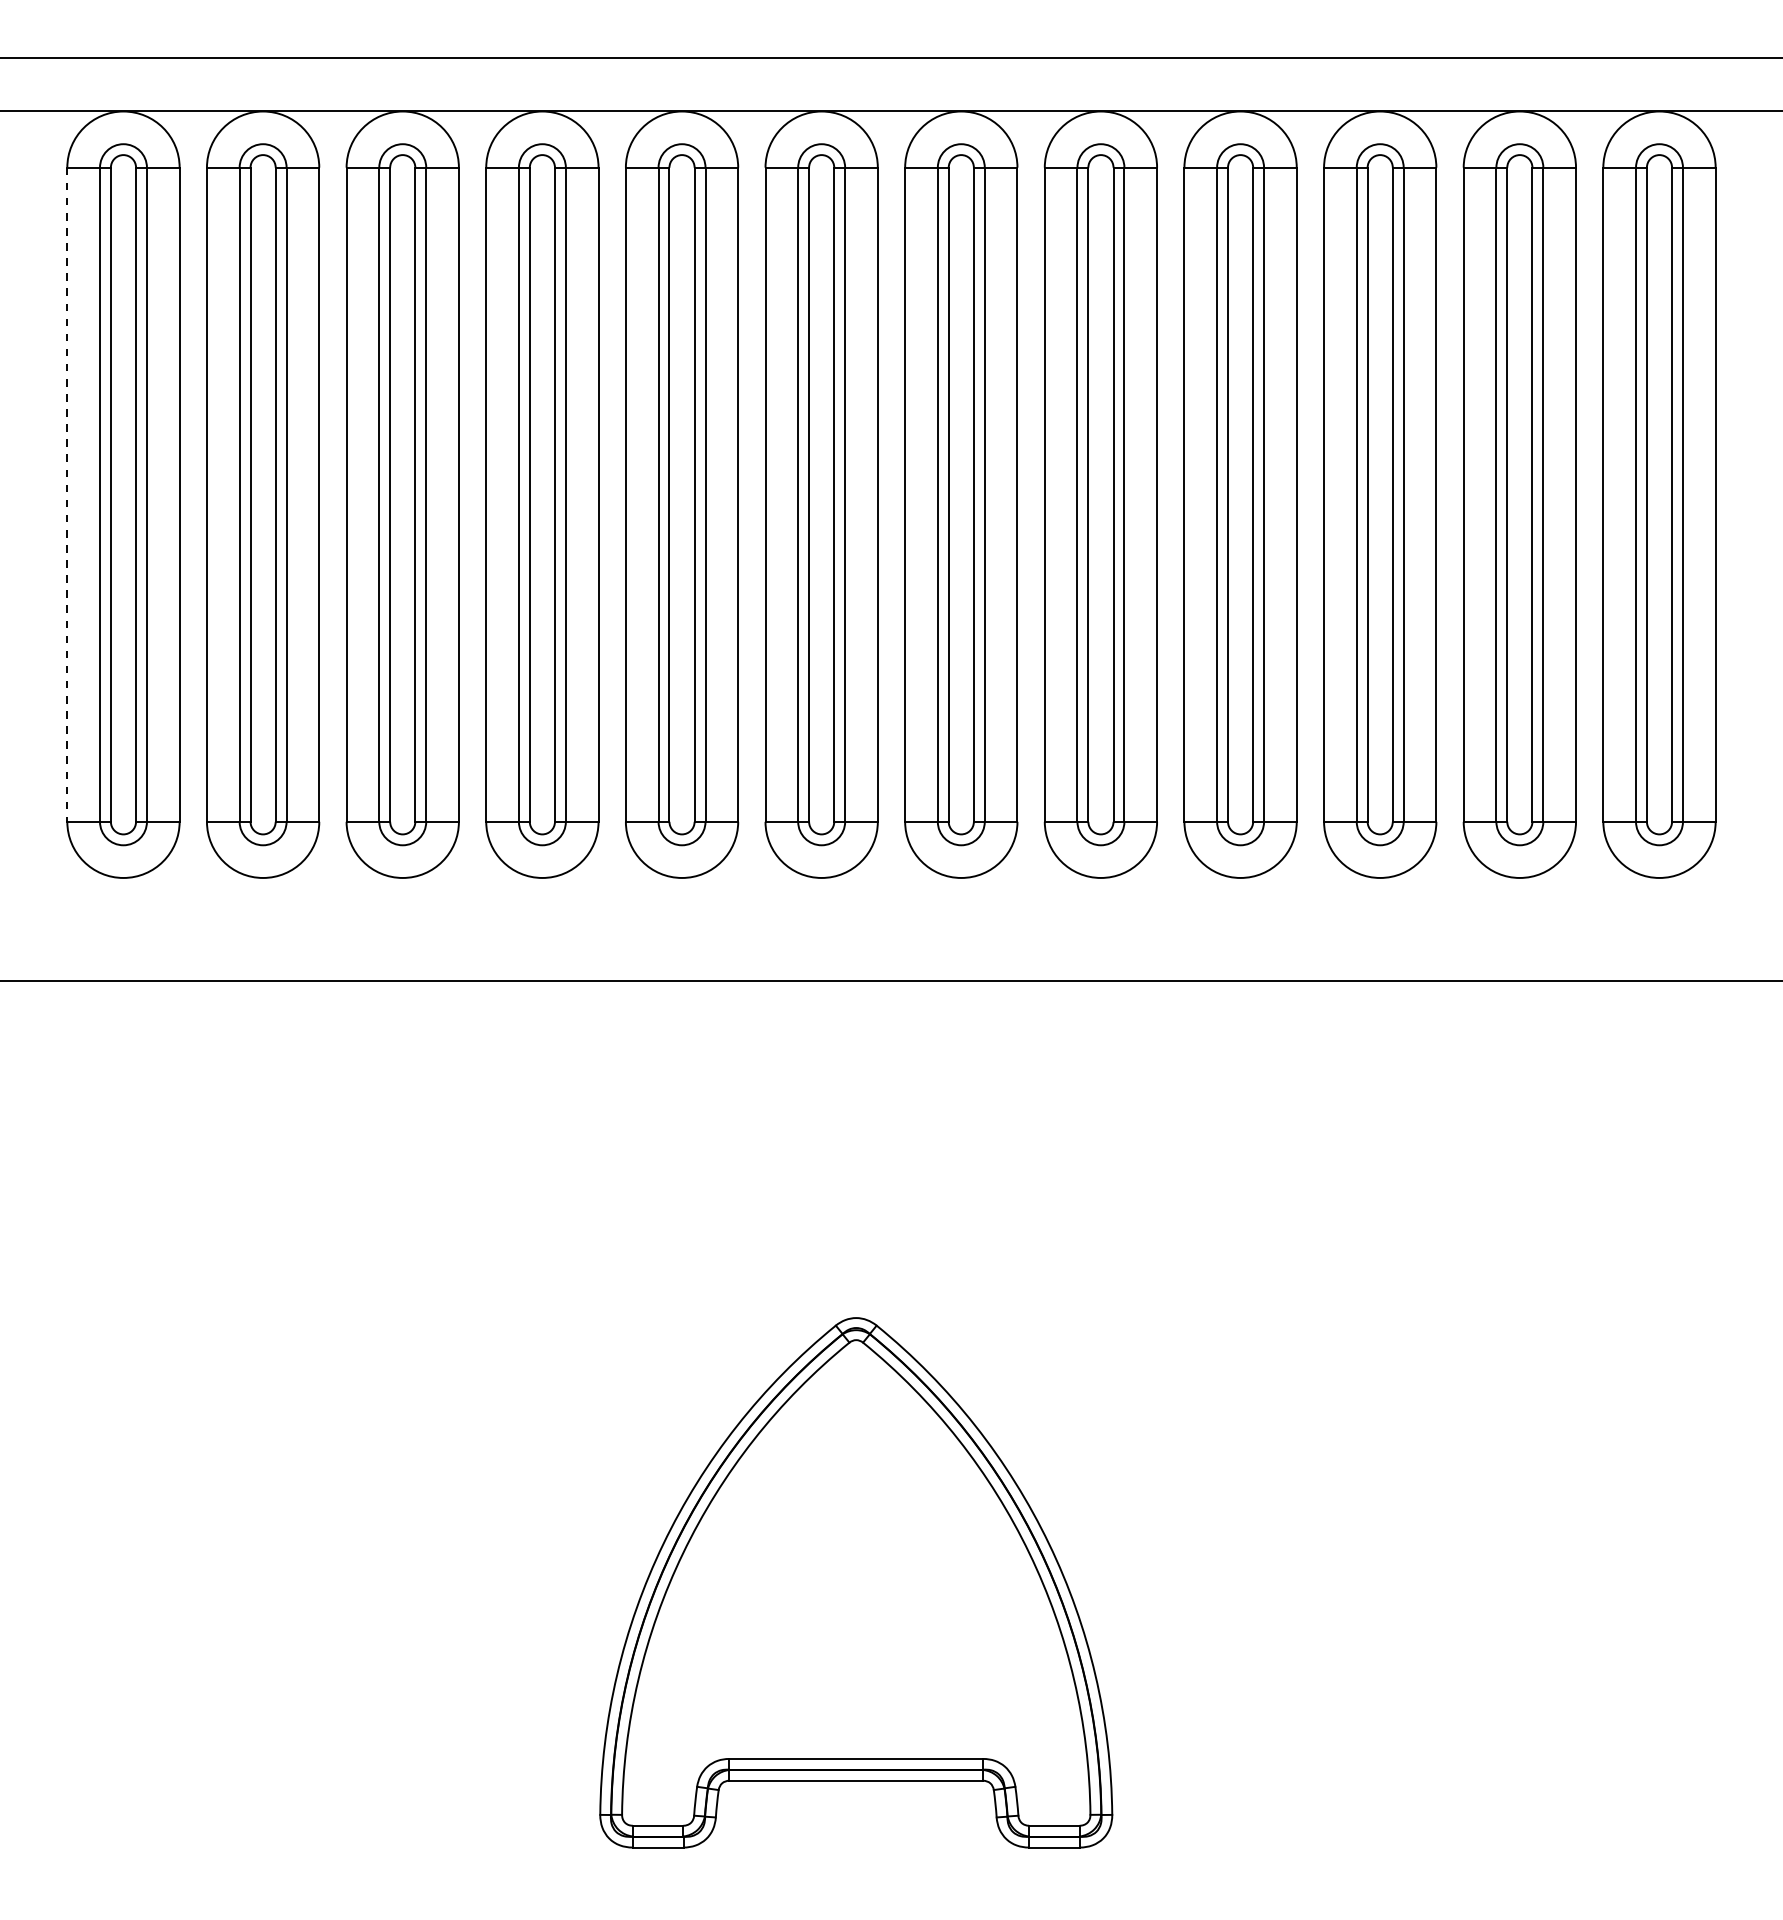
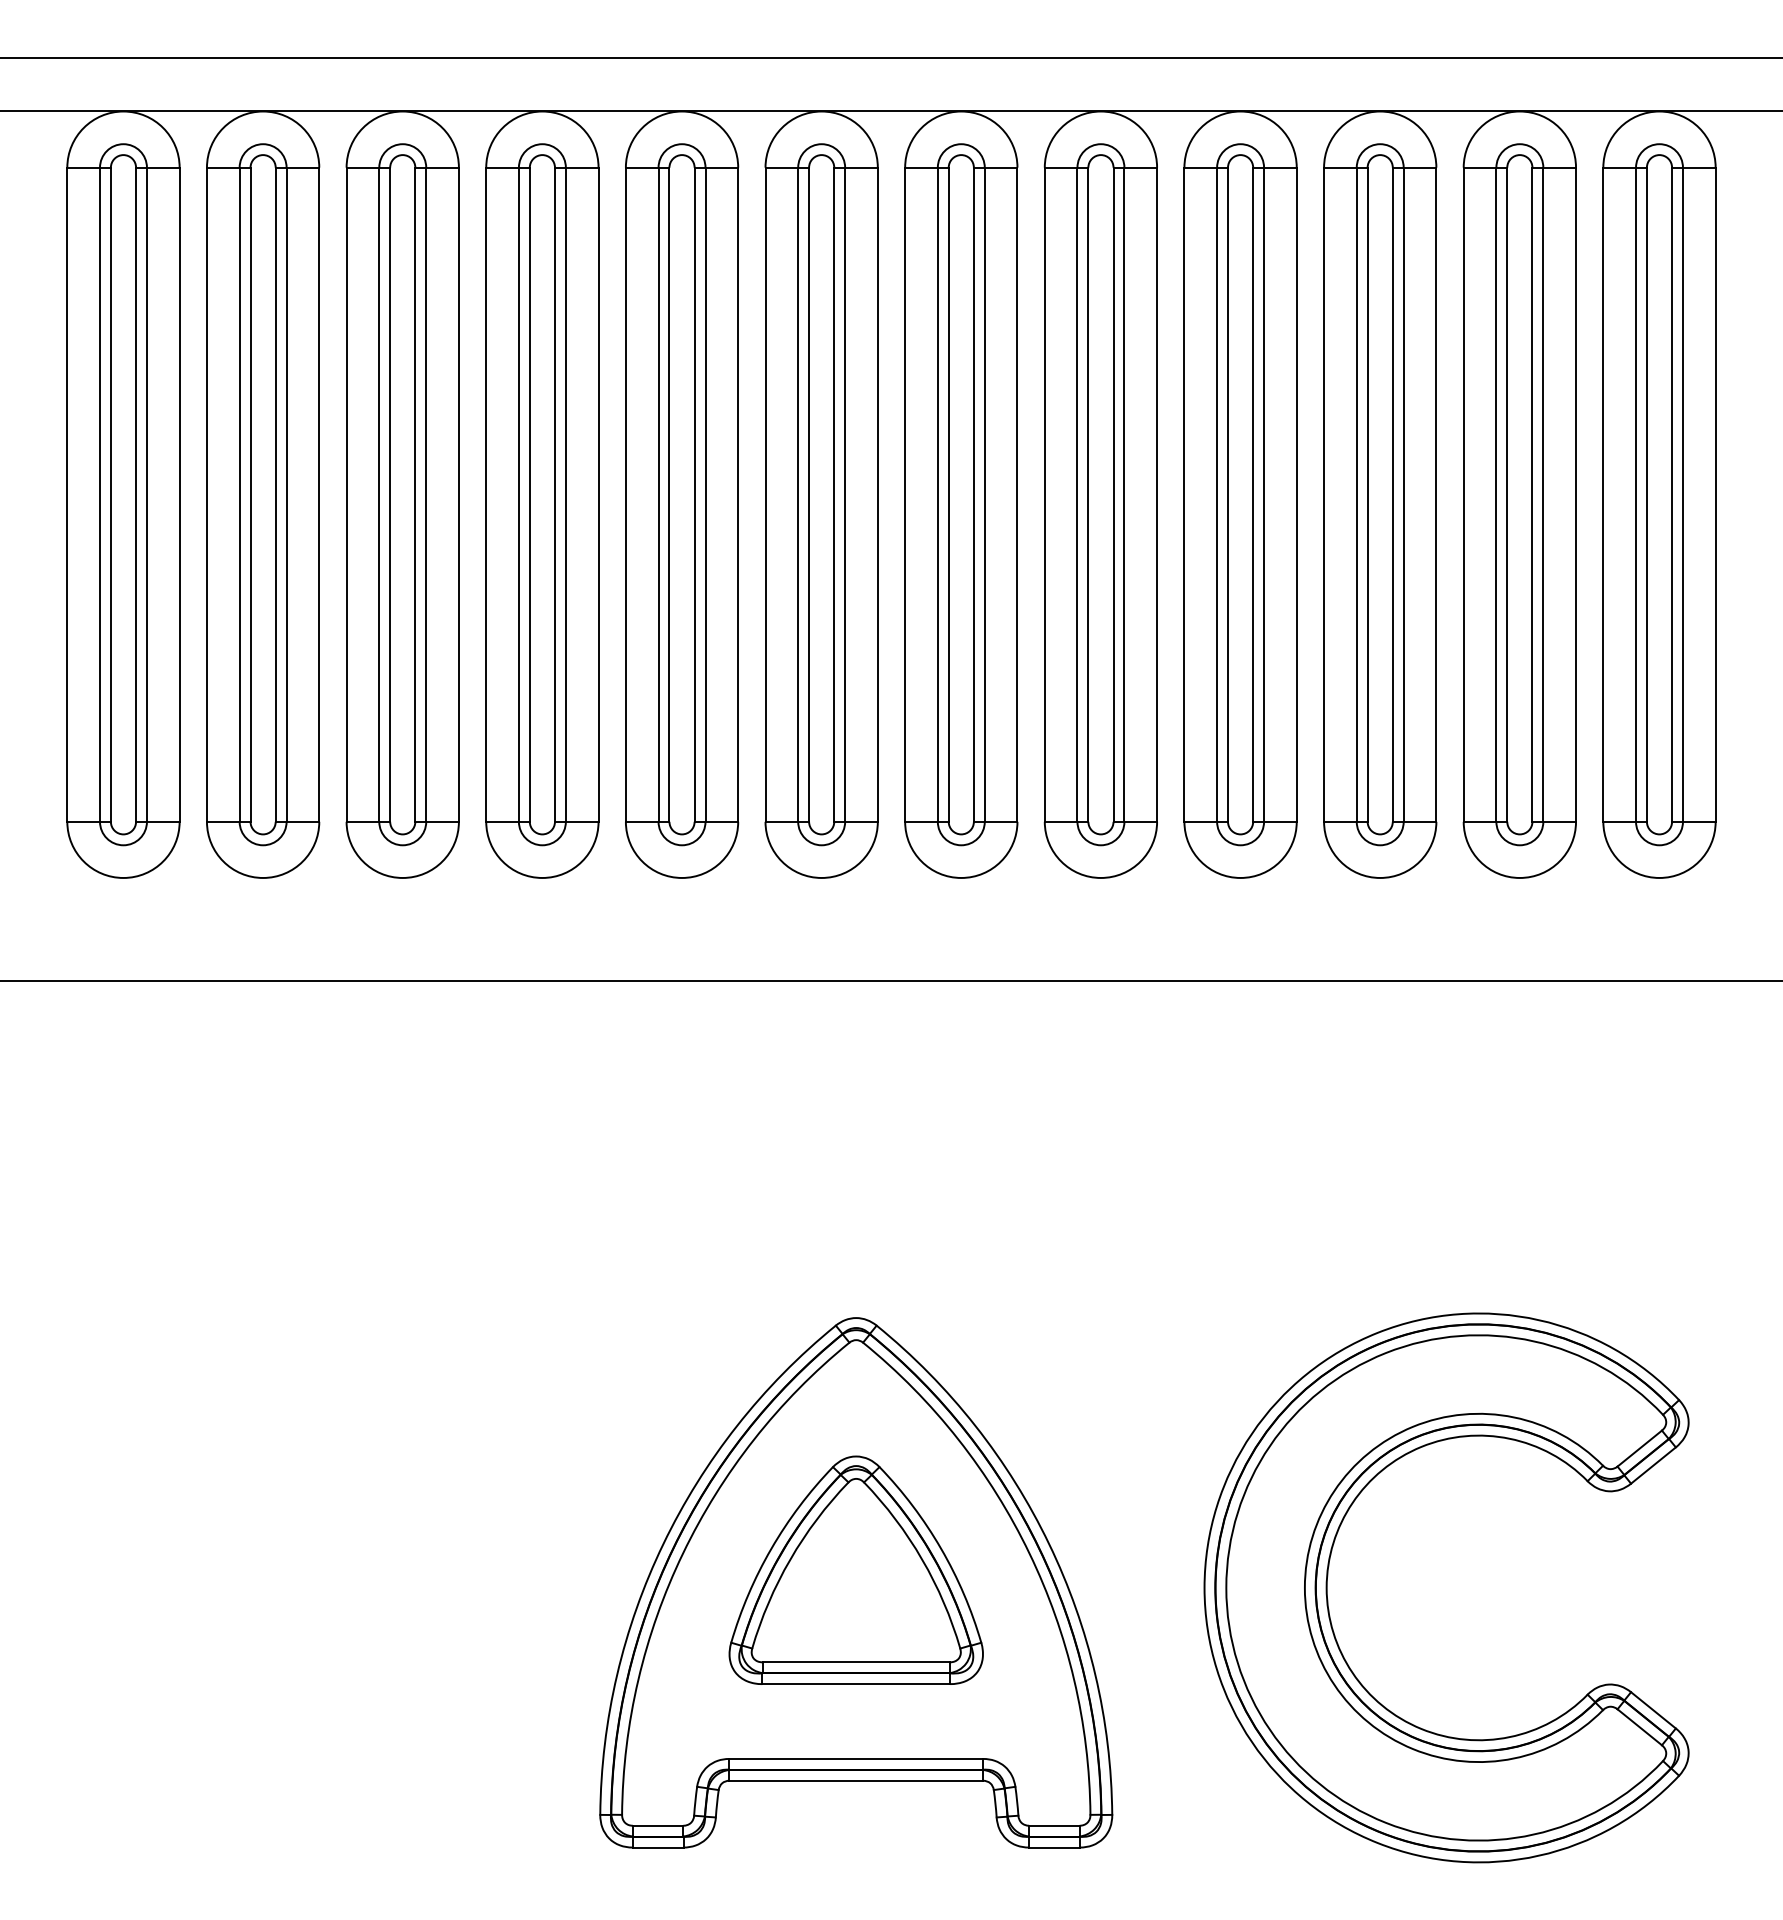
line at (67, 495): dashed -> solid
part at (855, 1569): none -> present
part at (1328, 1576): none -> present
